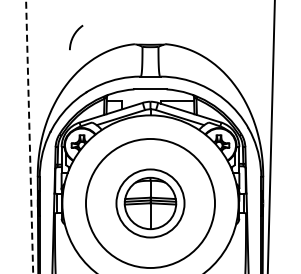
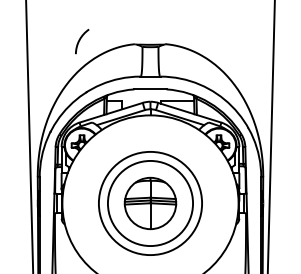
arc at (74, 36) position: (74, 36) -> (80, 40)
line at (29, 136): dashed -> solid
circle at (150, 203) diameter: 129 px -> 103 px
circle at (150, 203) diameter: 68 px -> 85 px
